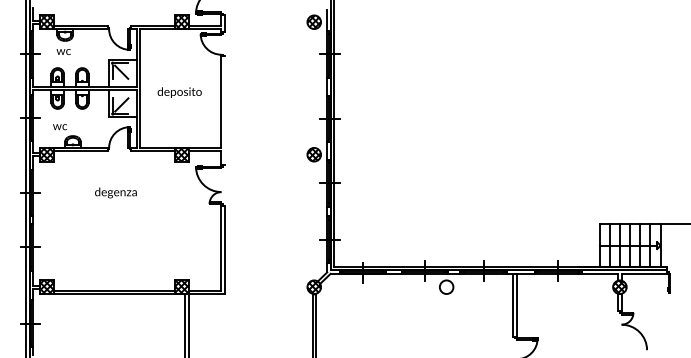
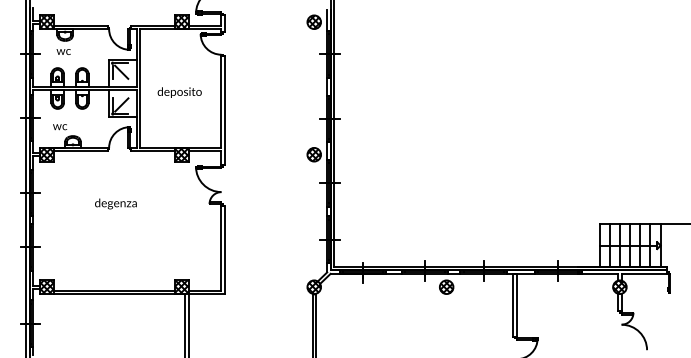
line at (224, 110): none -> present
text at (115, 192) position: (115, 192) -> (115, 203)
hatch at (446, 286): none -> present
